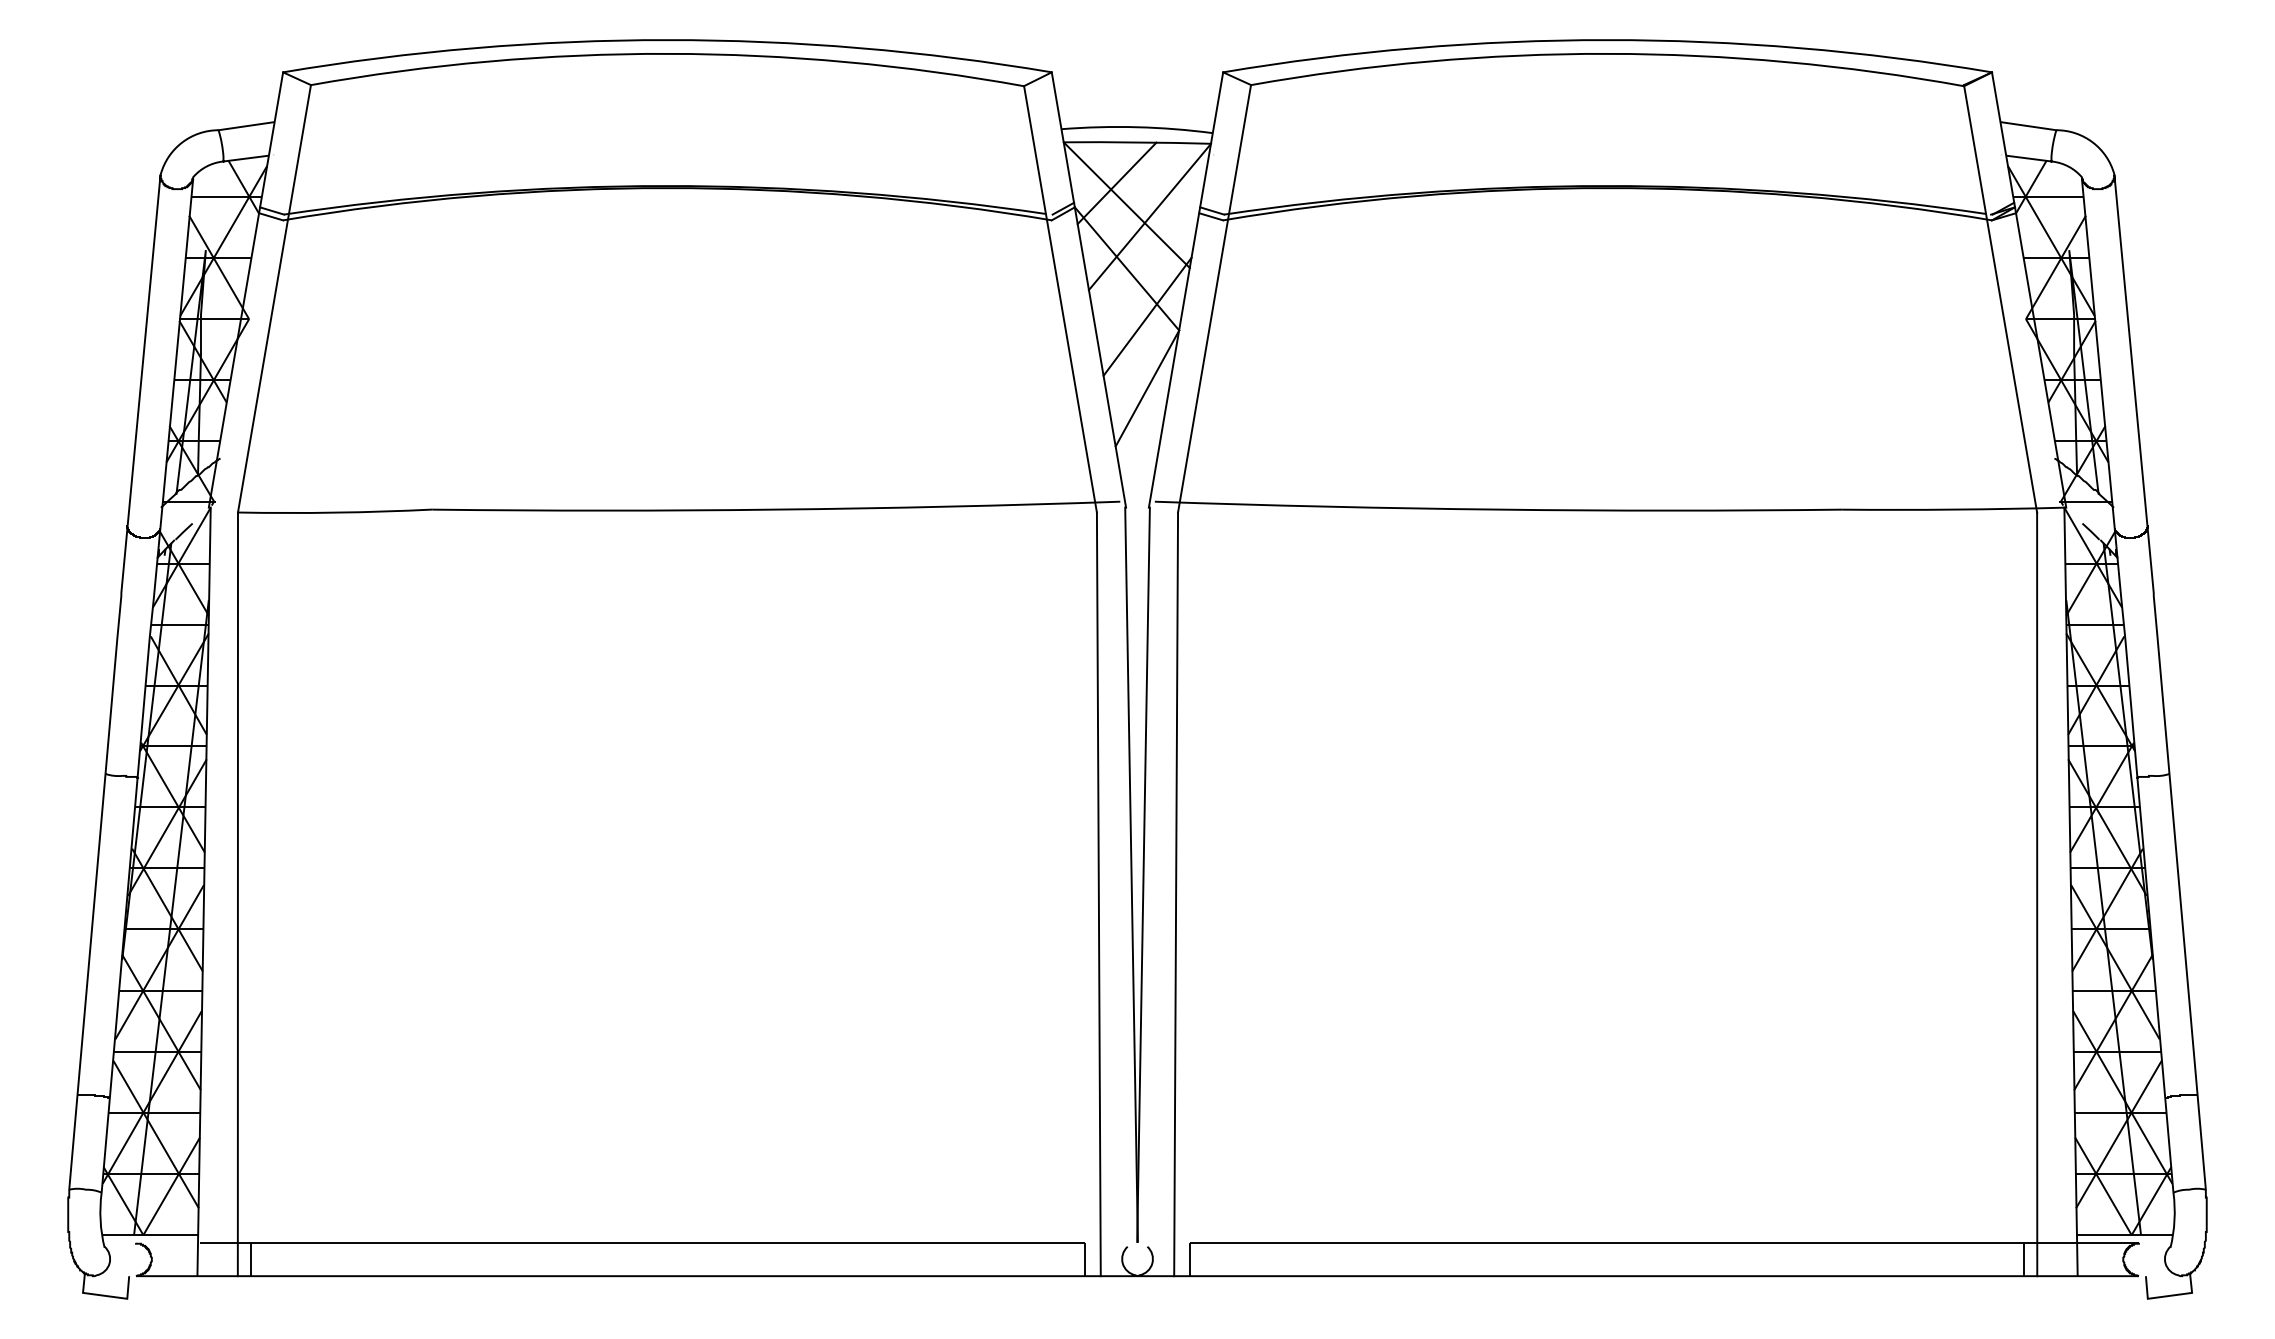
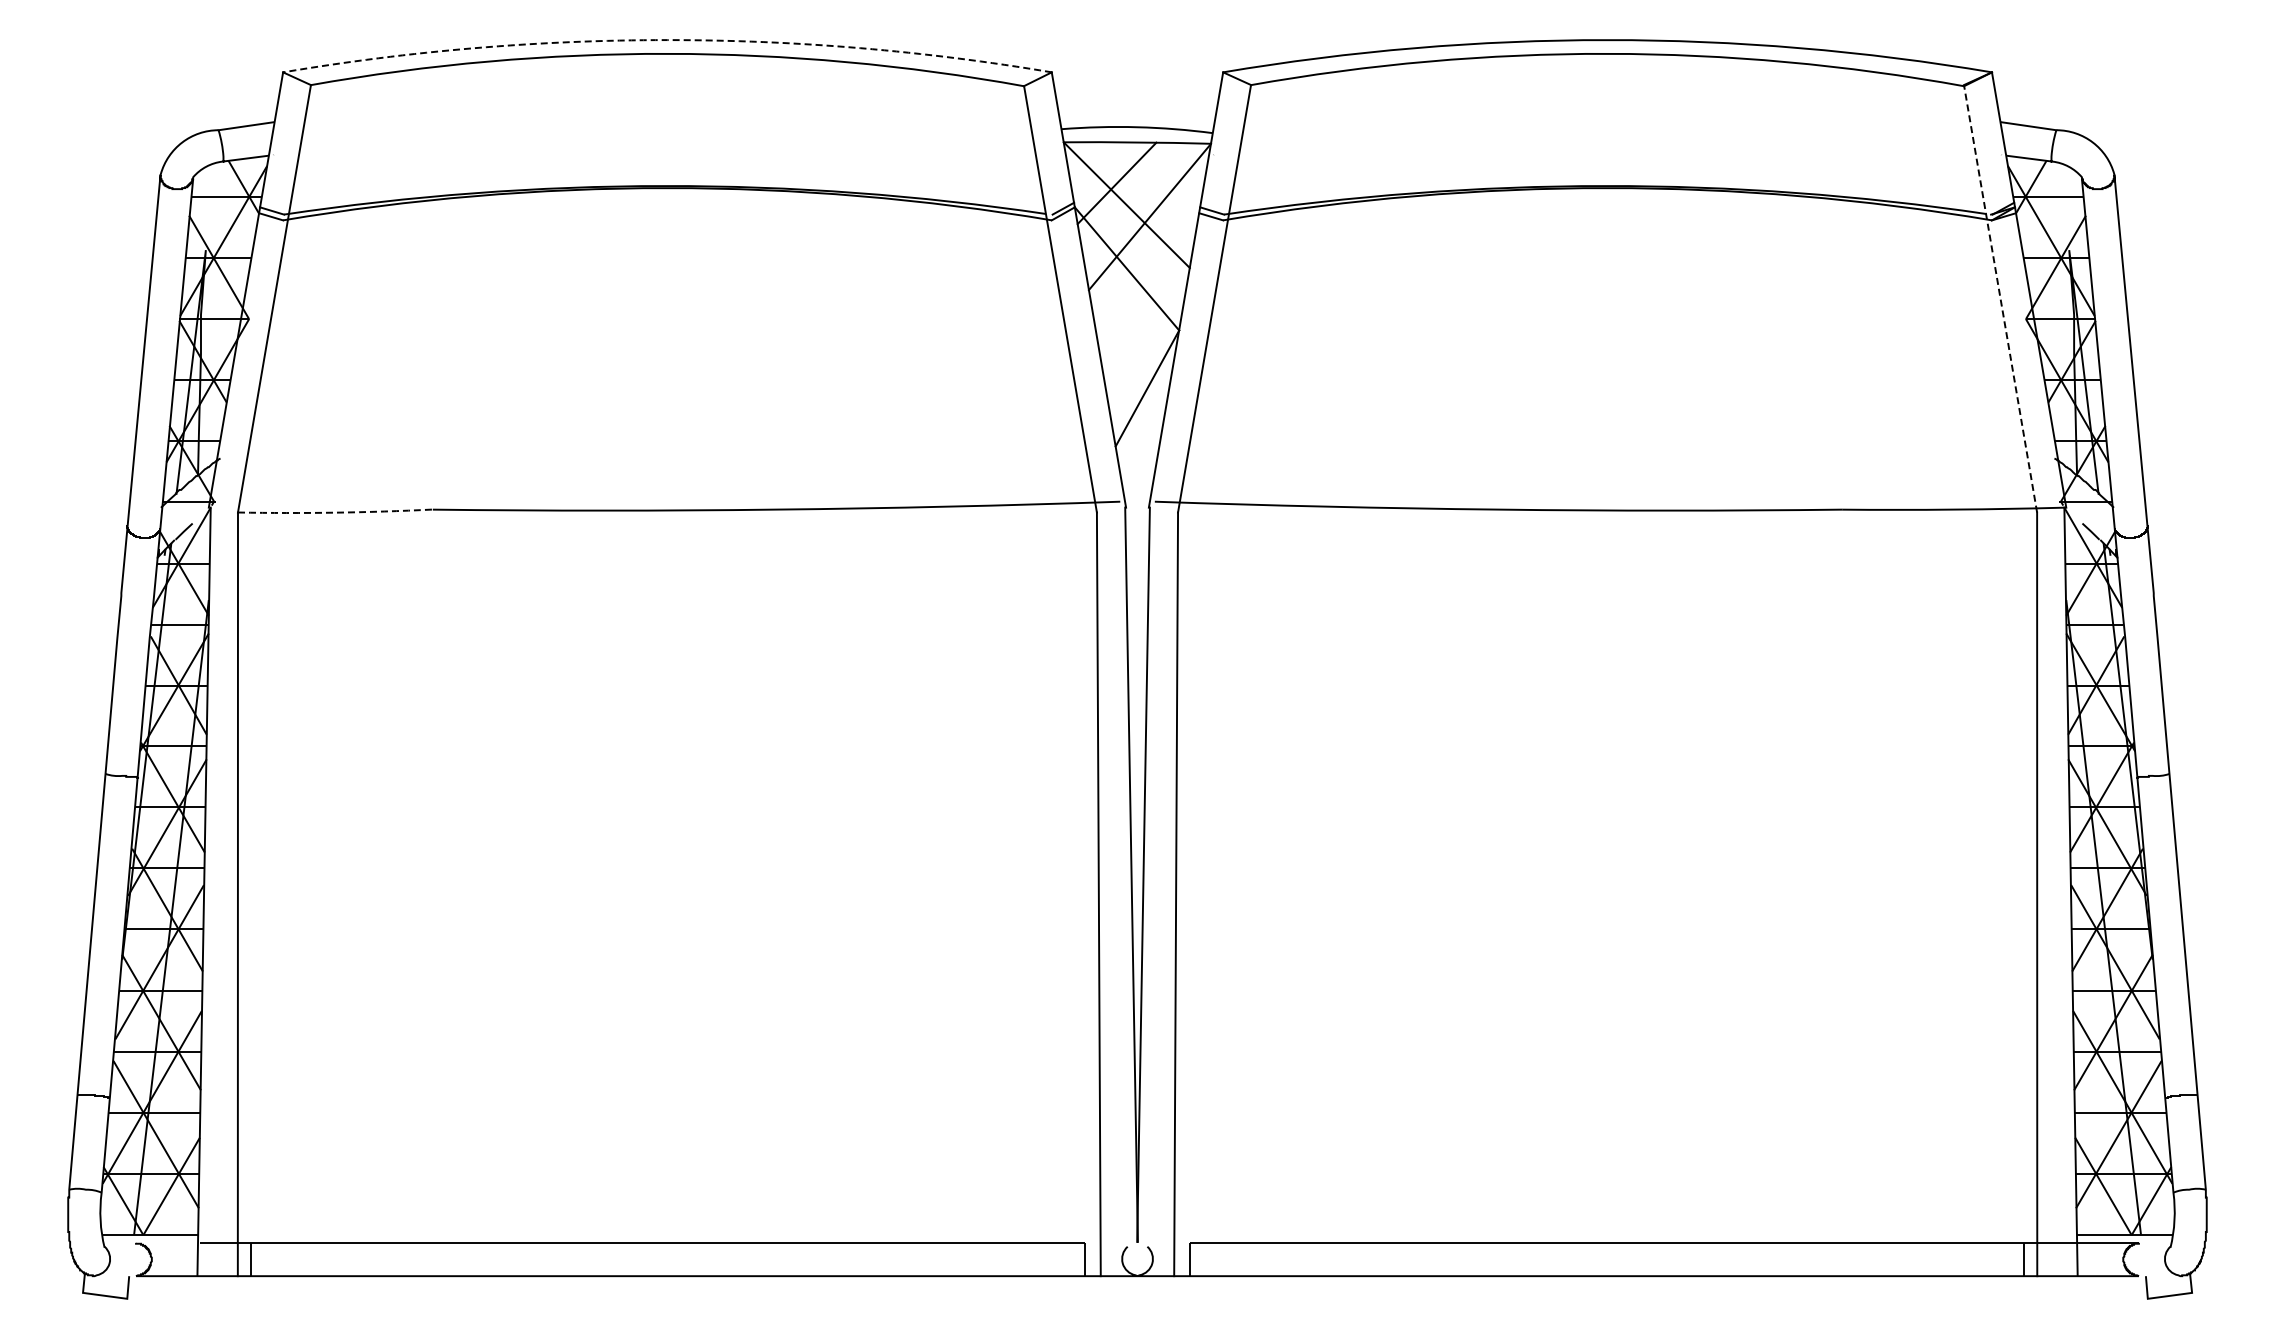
arc at (667, 40): solid -> dashed
line at (2000, 298): solid -> dashed
line at (1147, 316): present -> none
arc at (335, 512): solid -> dashed
